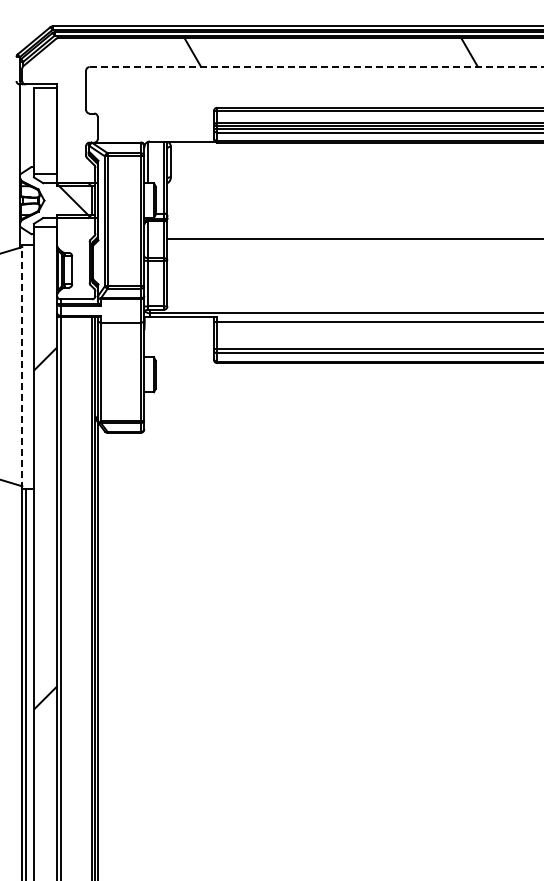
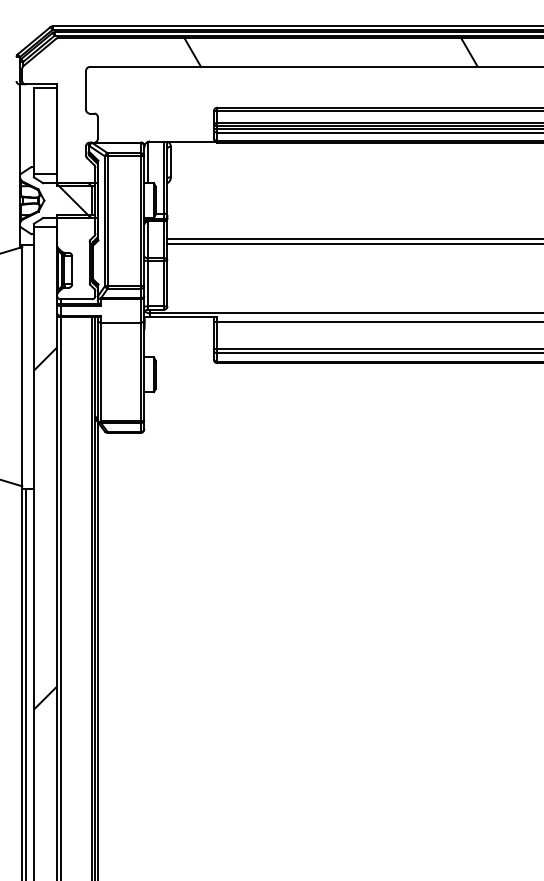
line at (316, 67): dashed -> solid
line at (353, 243): none -> present
line at (22, 366): dashed -> solid
